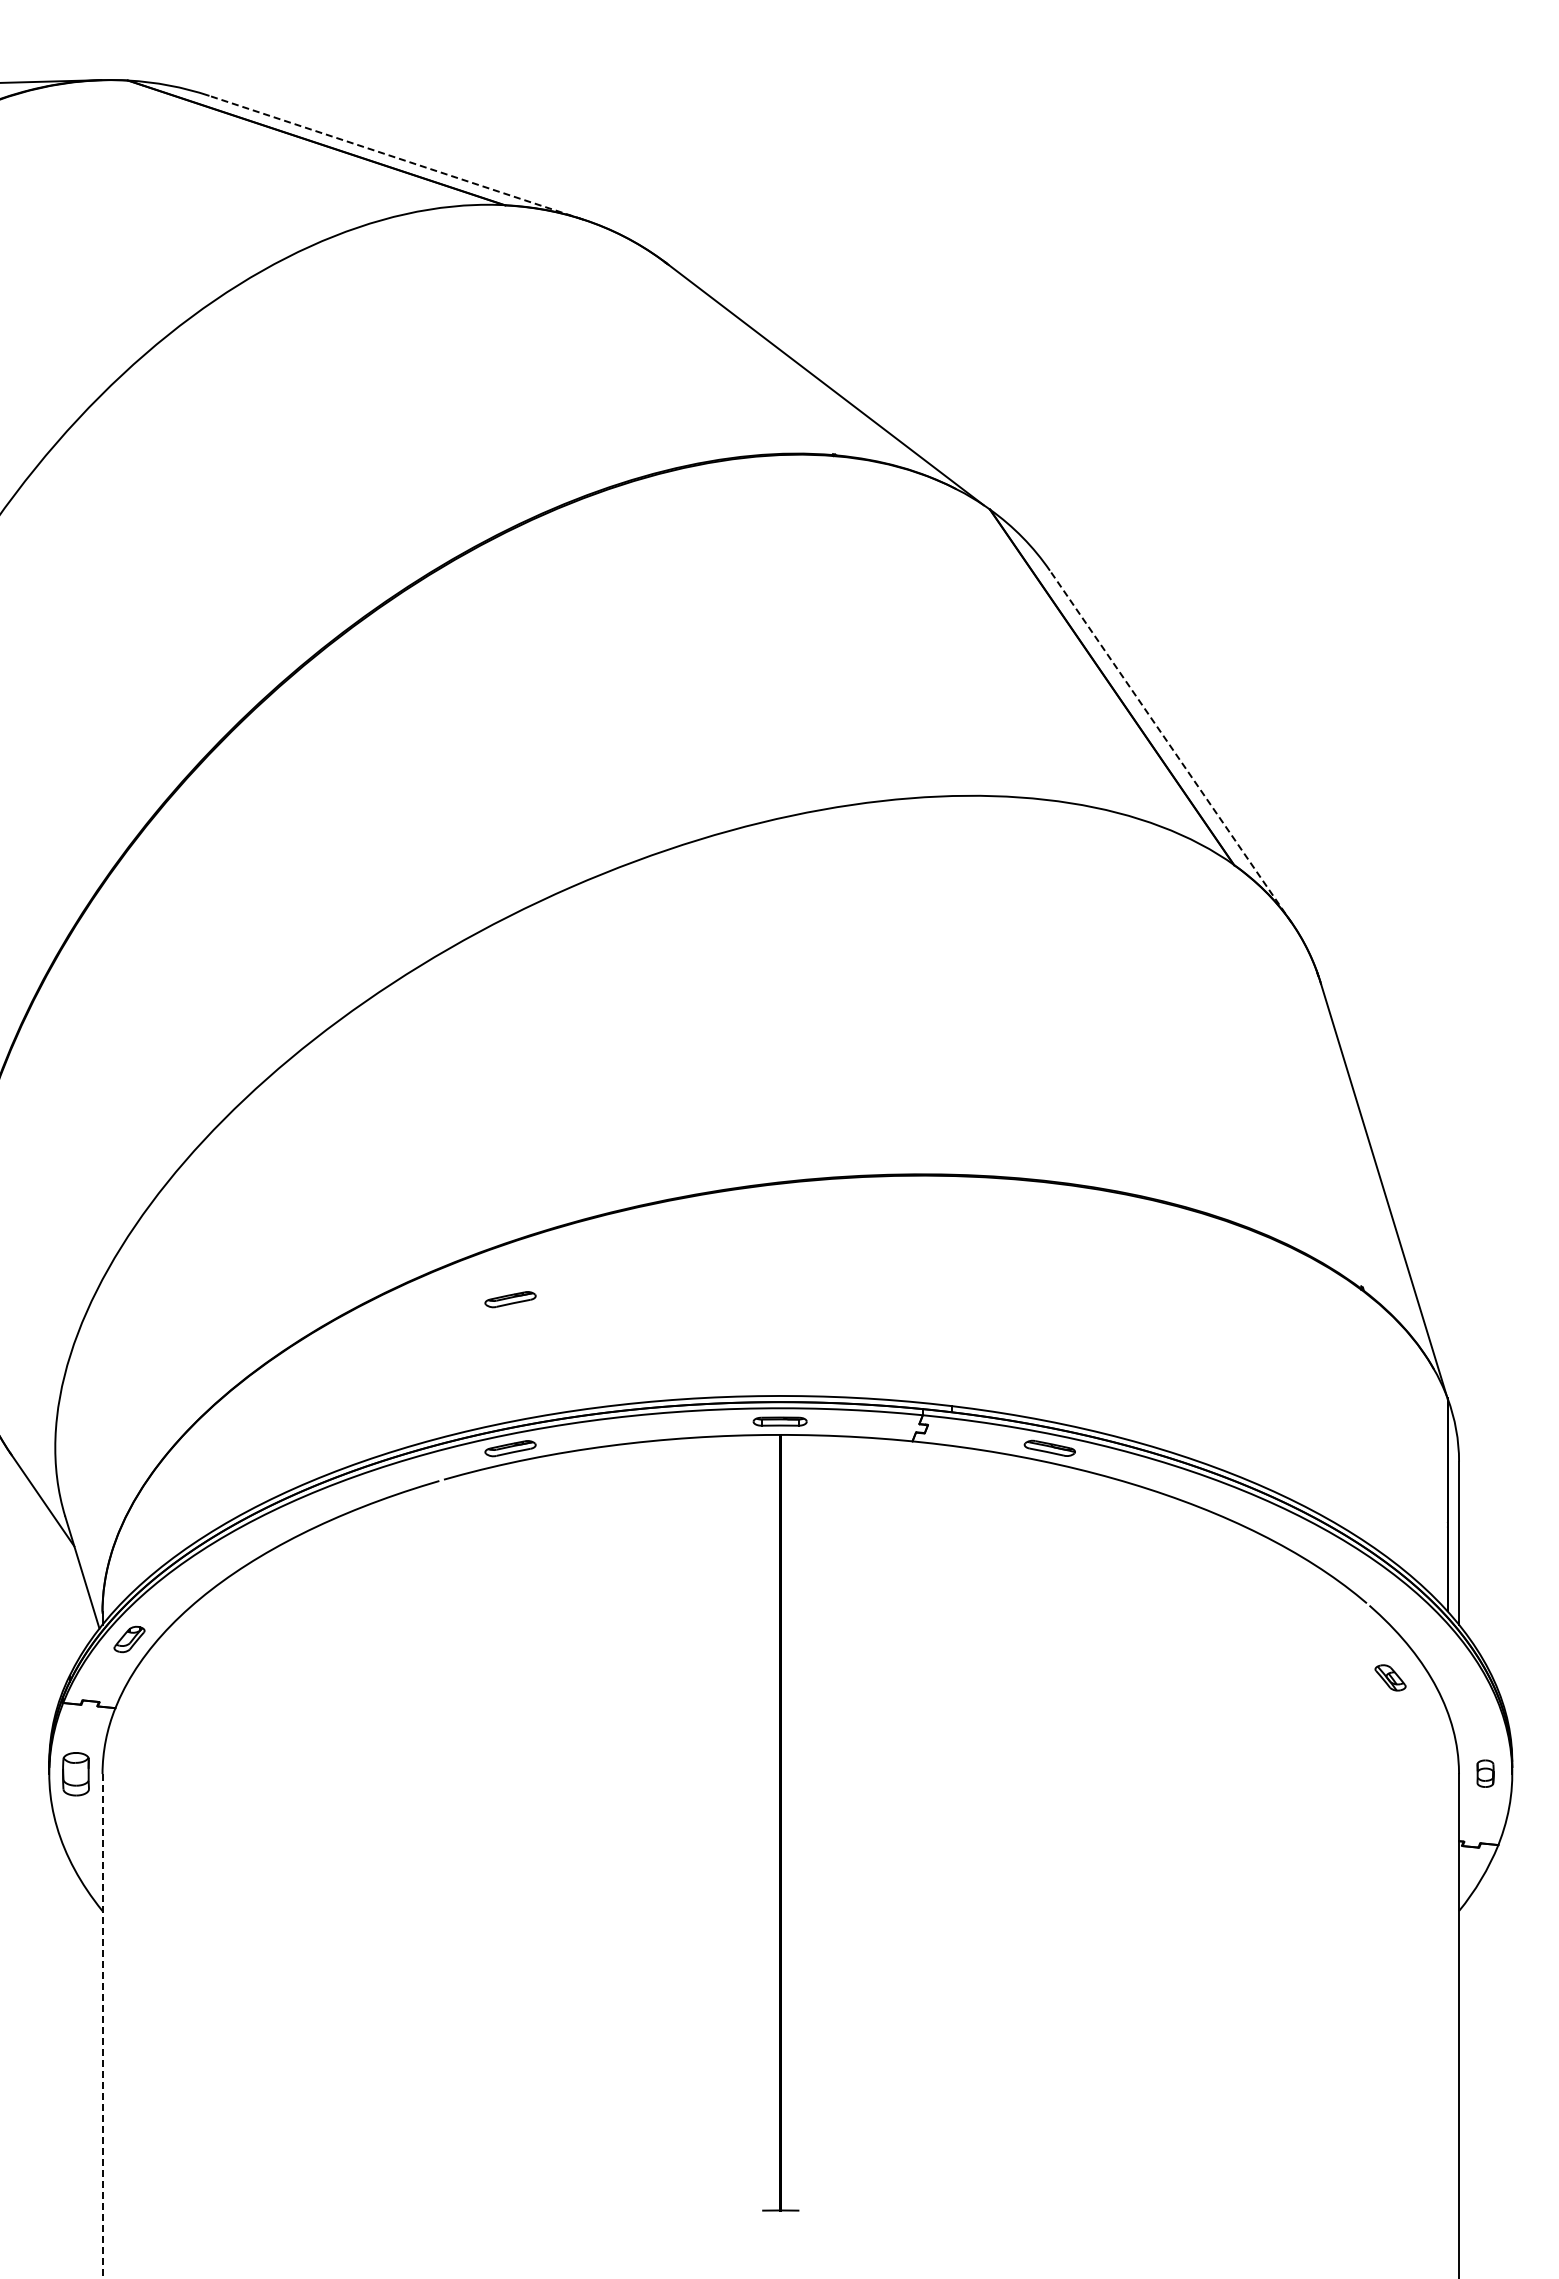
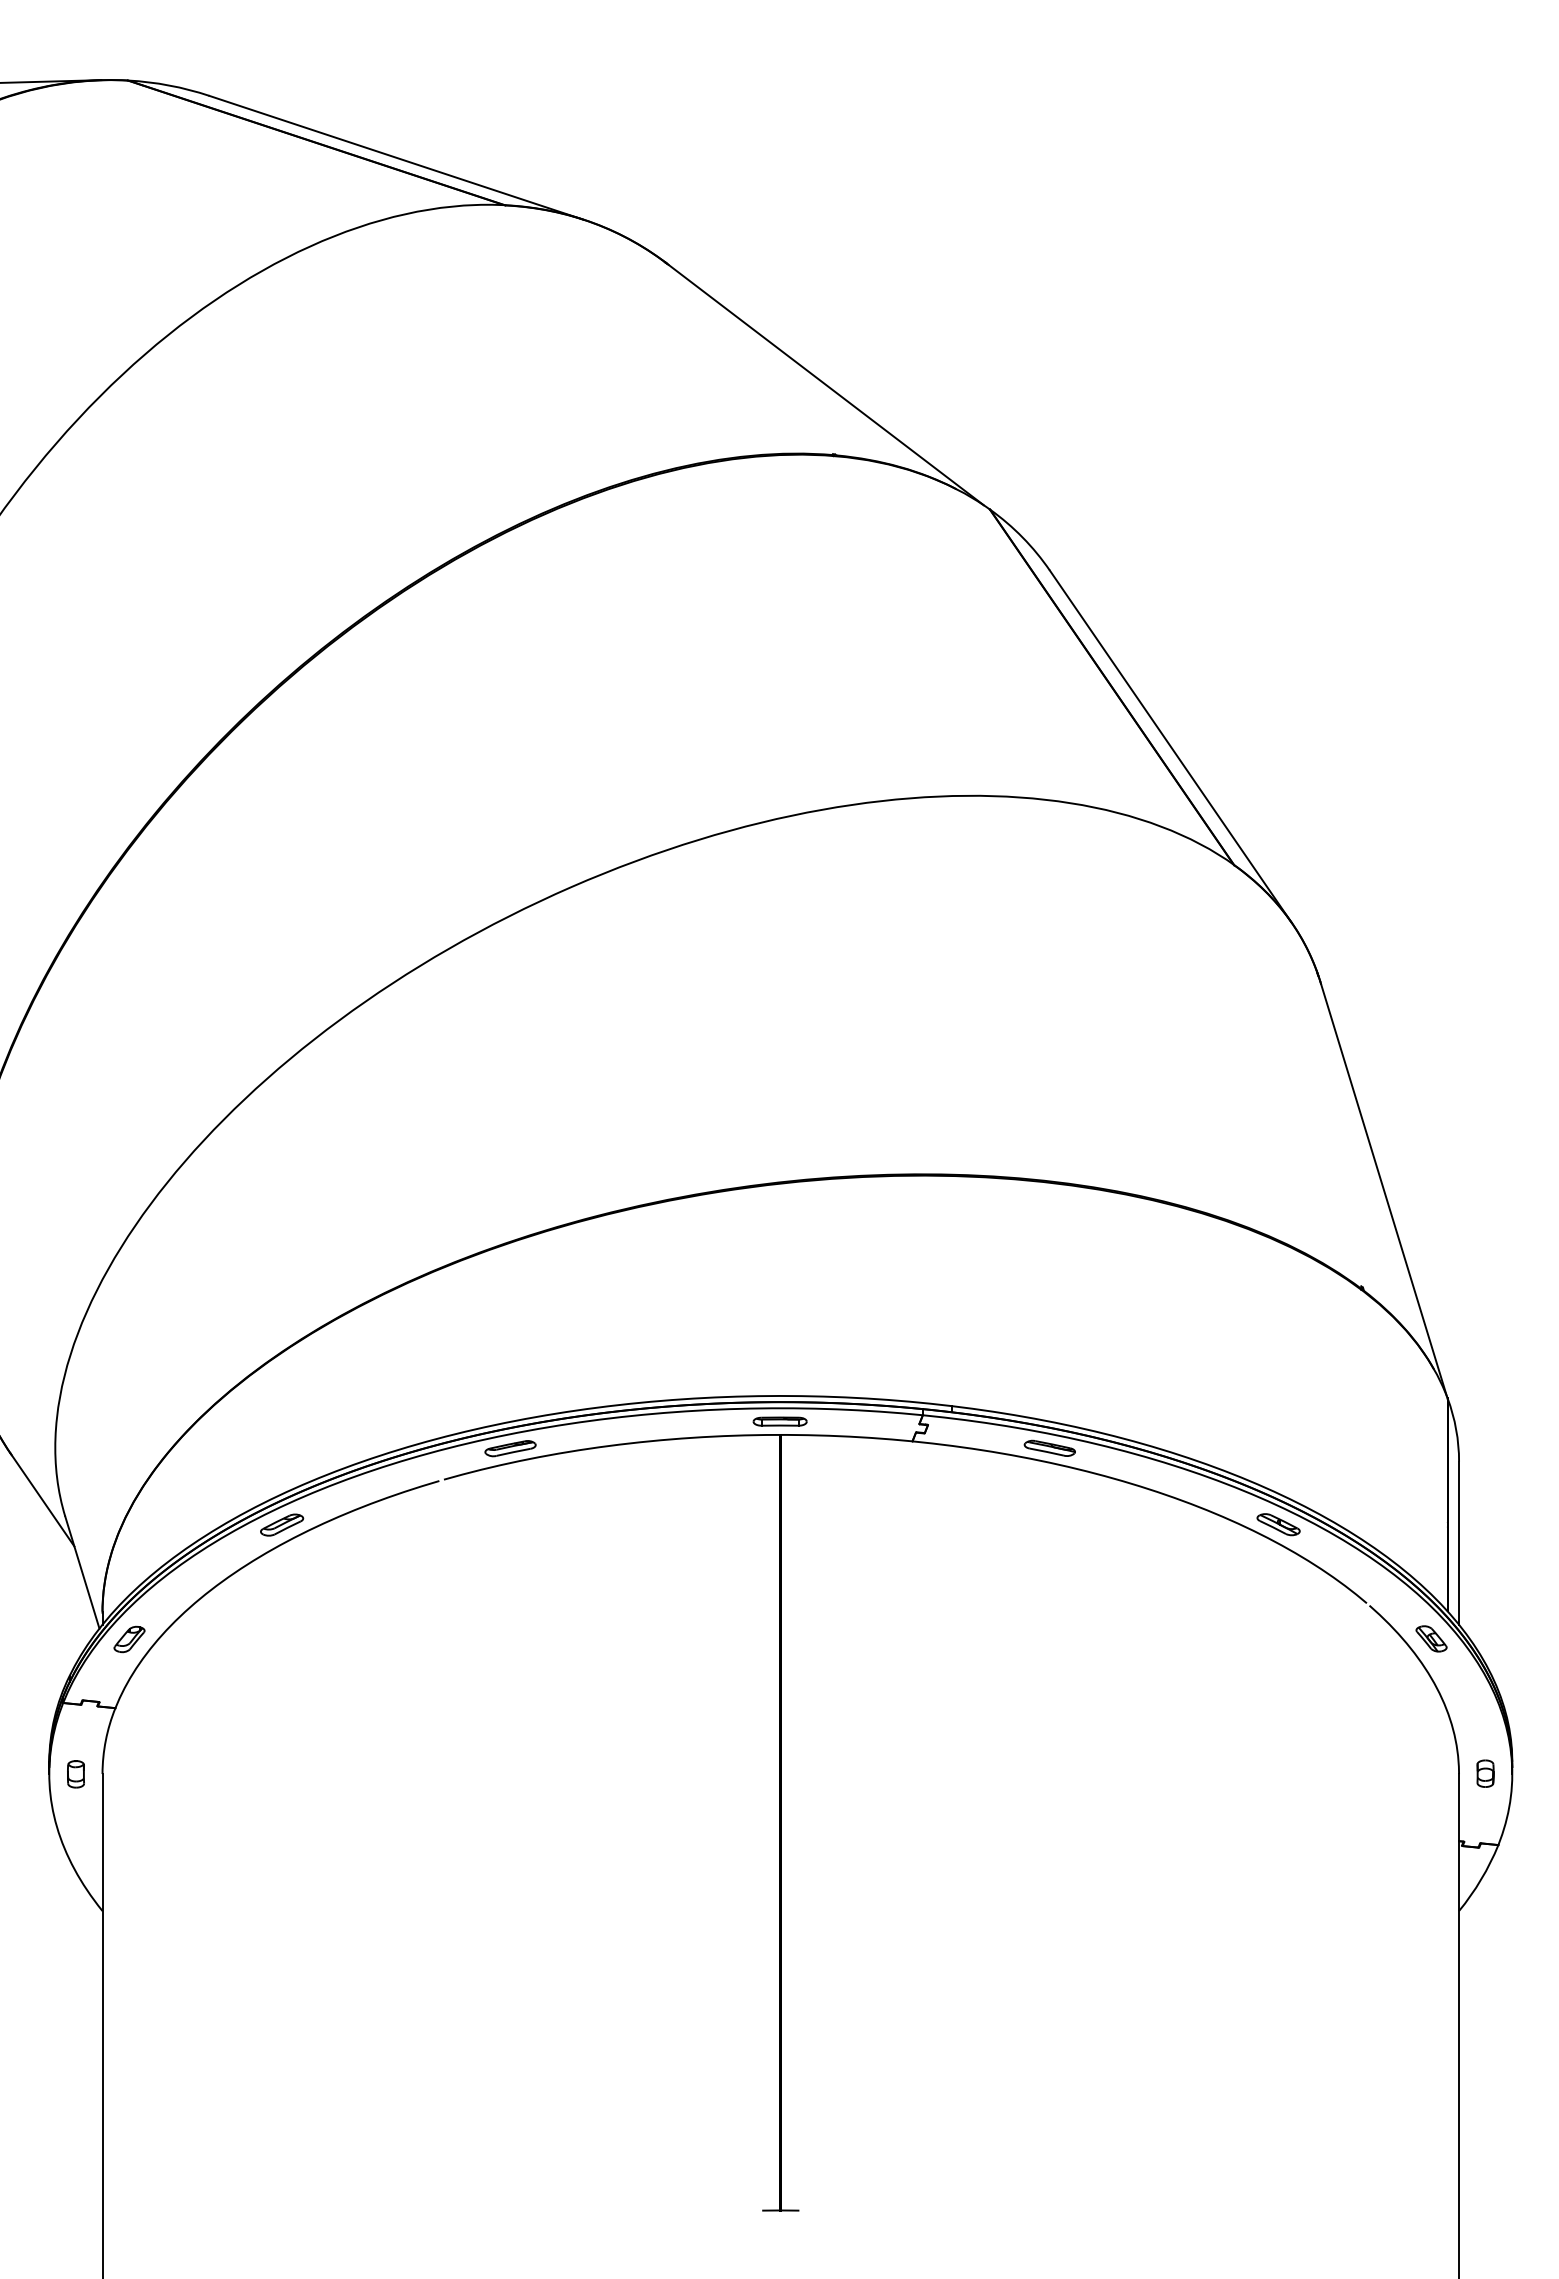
line at (396, 157): dashed -> solid
line at (1170, 746): dashed -> solid
part at (510, 1299): present -> none
part at (282, 1524): none -> present
part at (1278, 1524): none -> present
part at (1390, 1677) position: (1390, 1677) -> (1431, 1638)
part at (75, 1774) size: 28x45 px -> 18x29 px
line at (102, 2026): dashed -> solid
